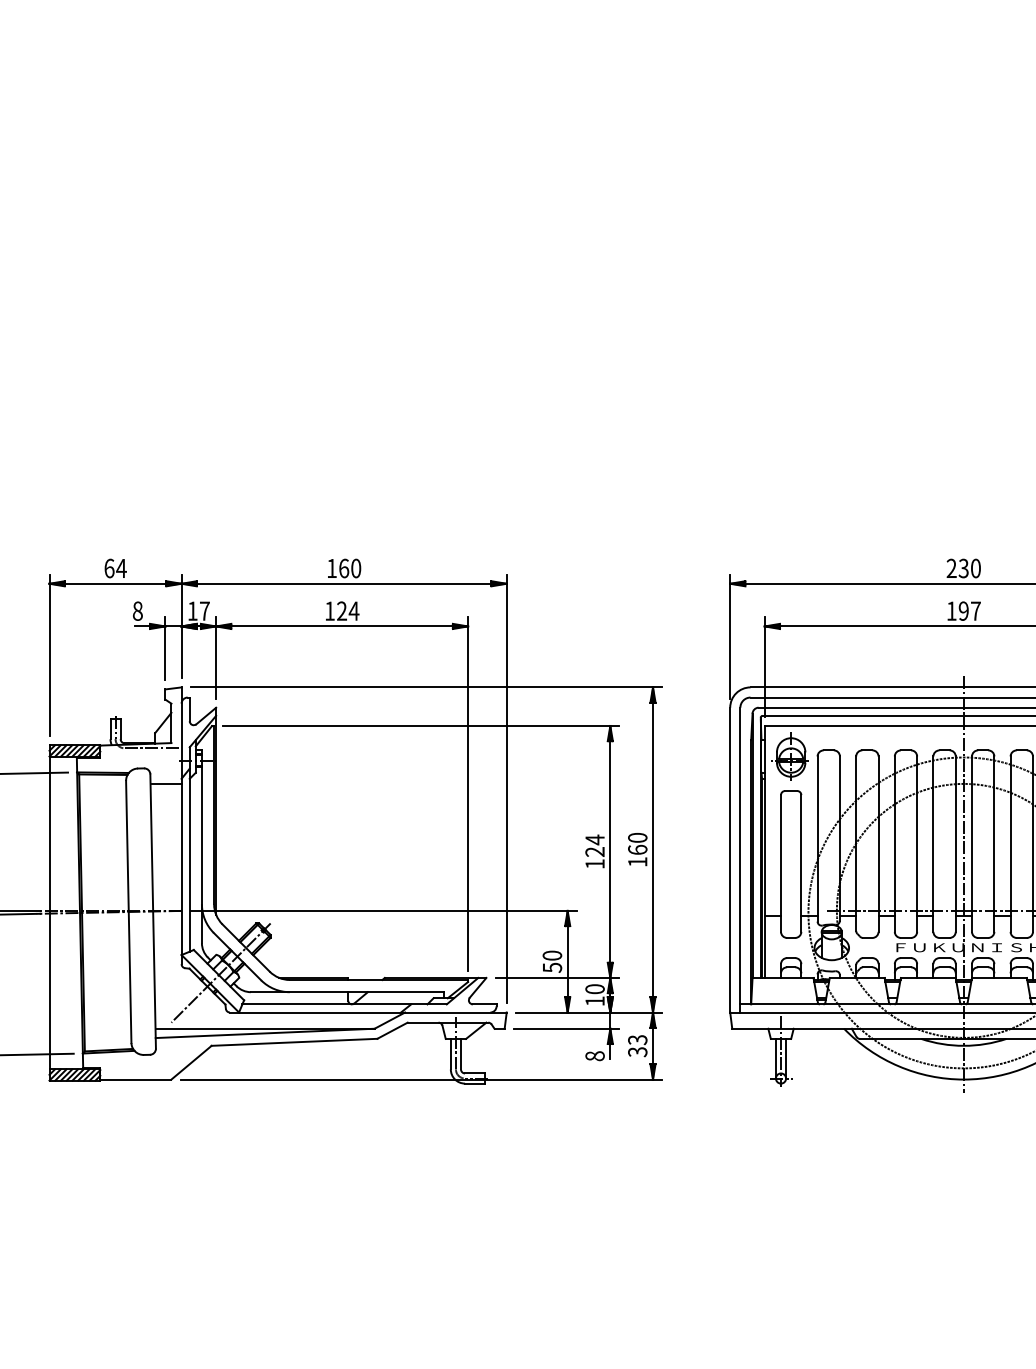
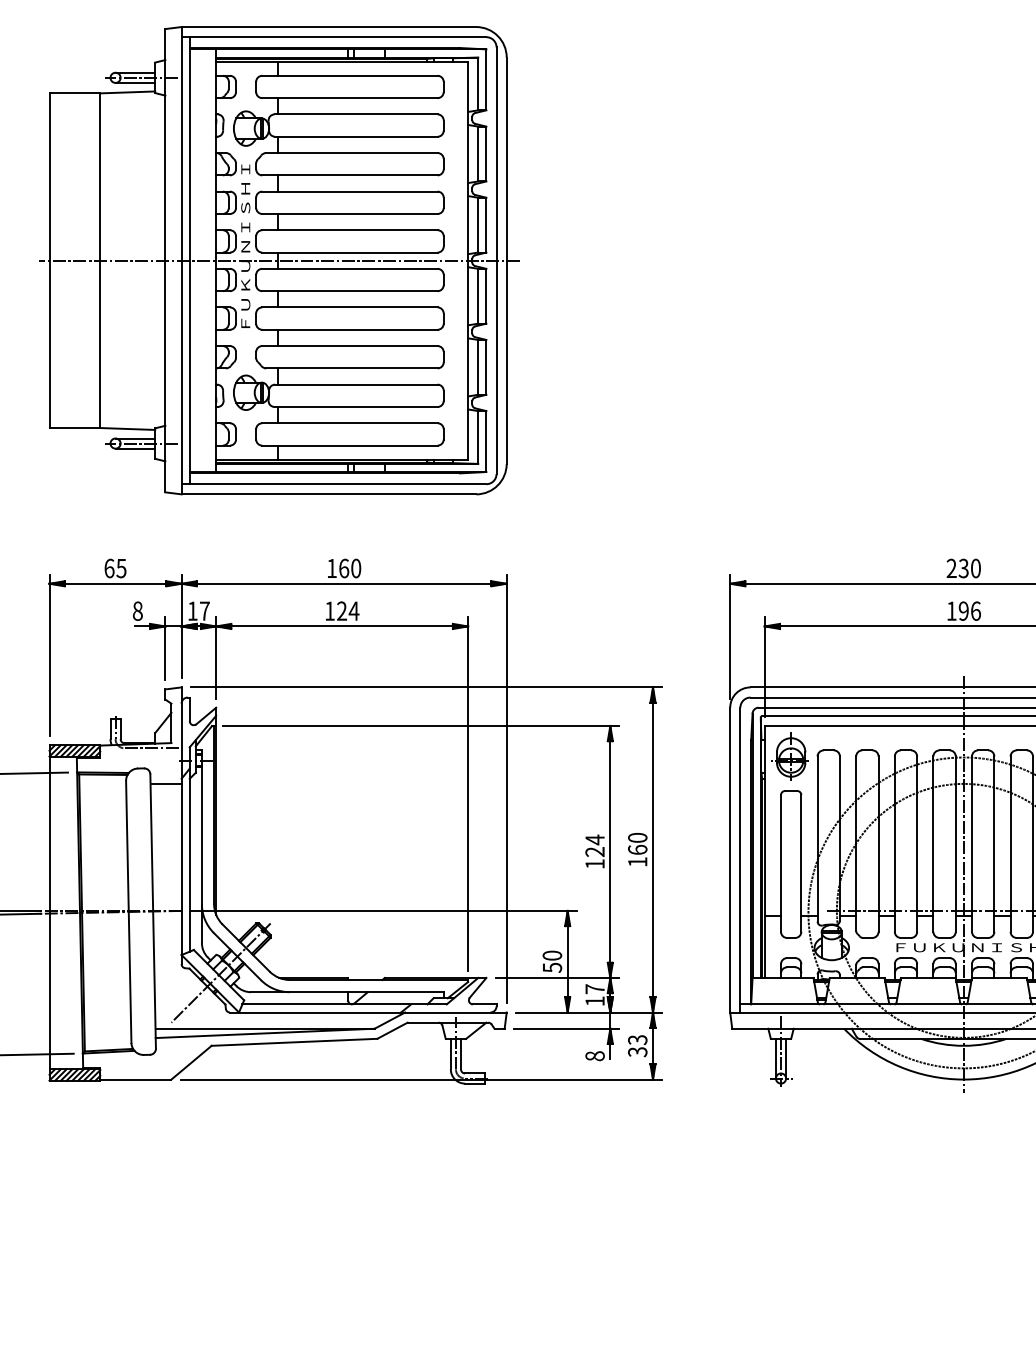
part at (279, 260): none -> present
text at (121, 568): 64 -> 65
text at (975, 610): 197 -> 196
text at (594, 989): 10 -> 17
